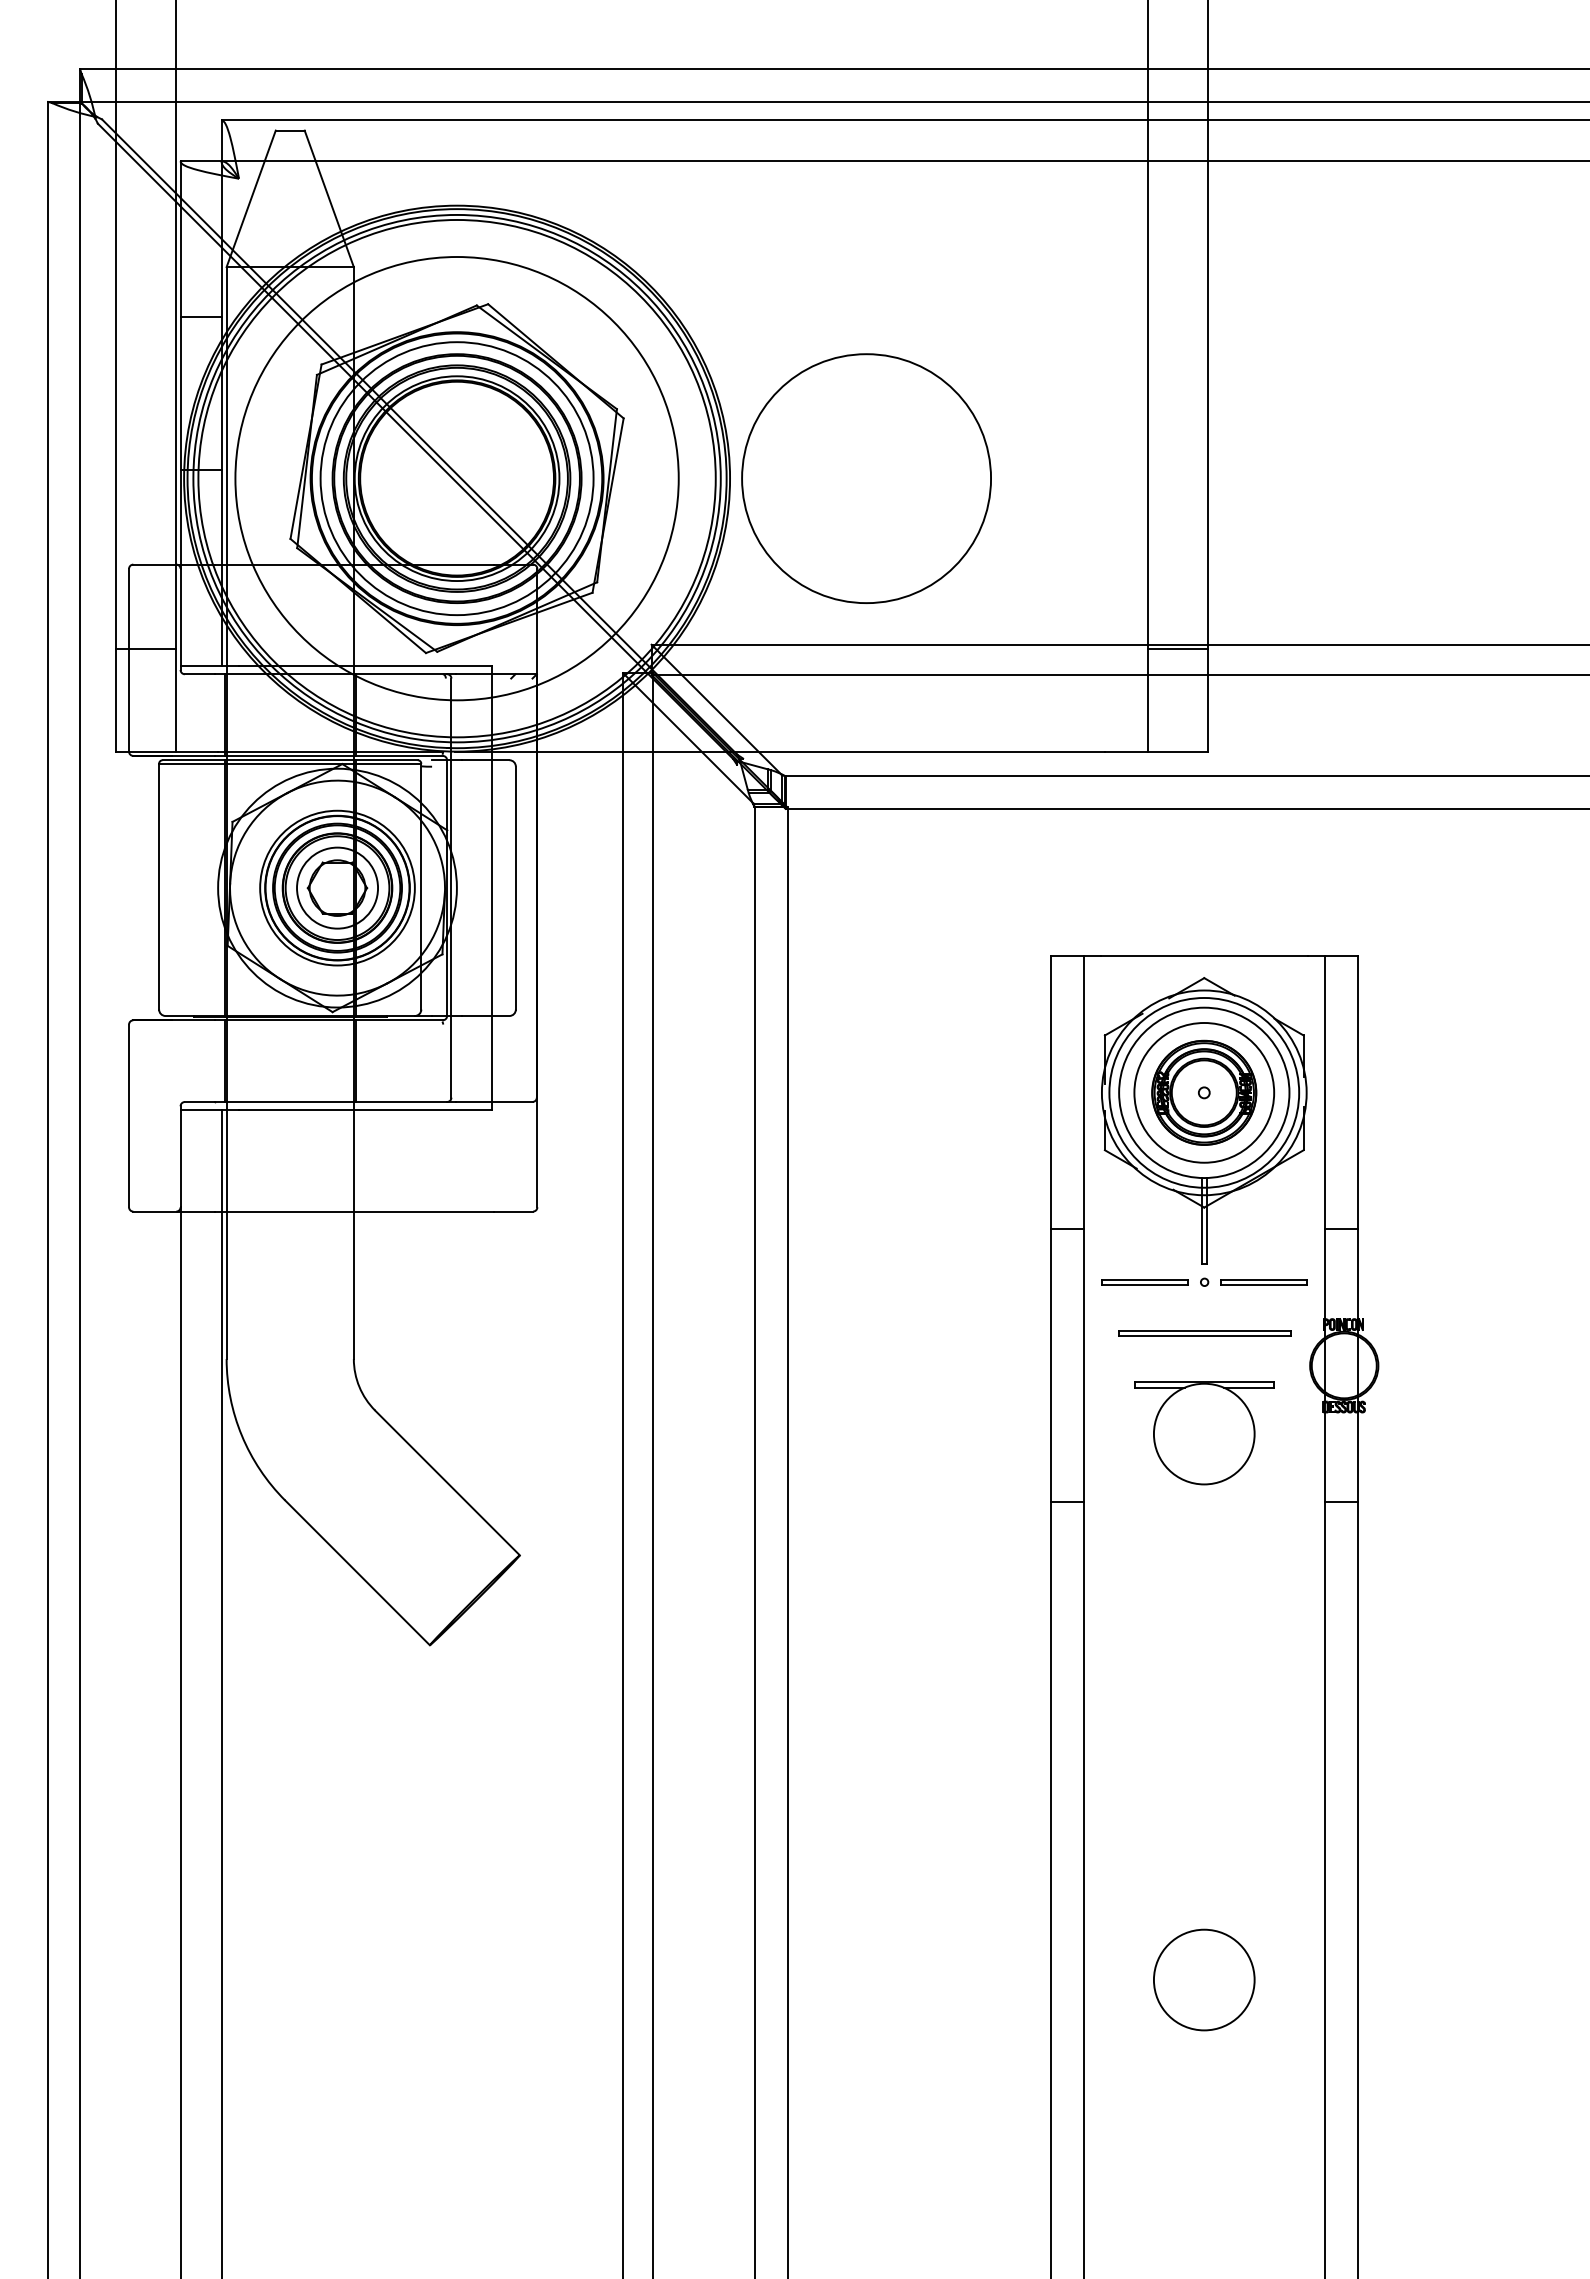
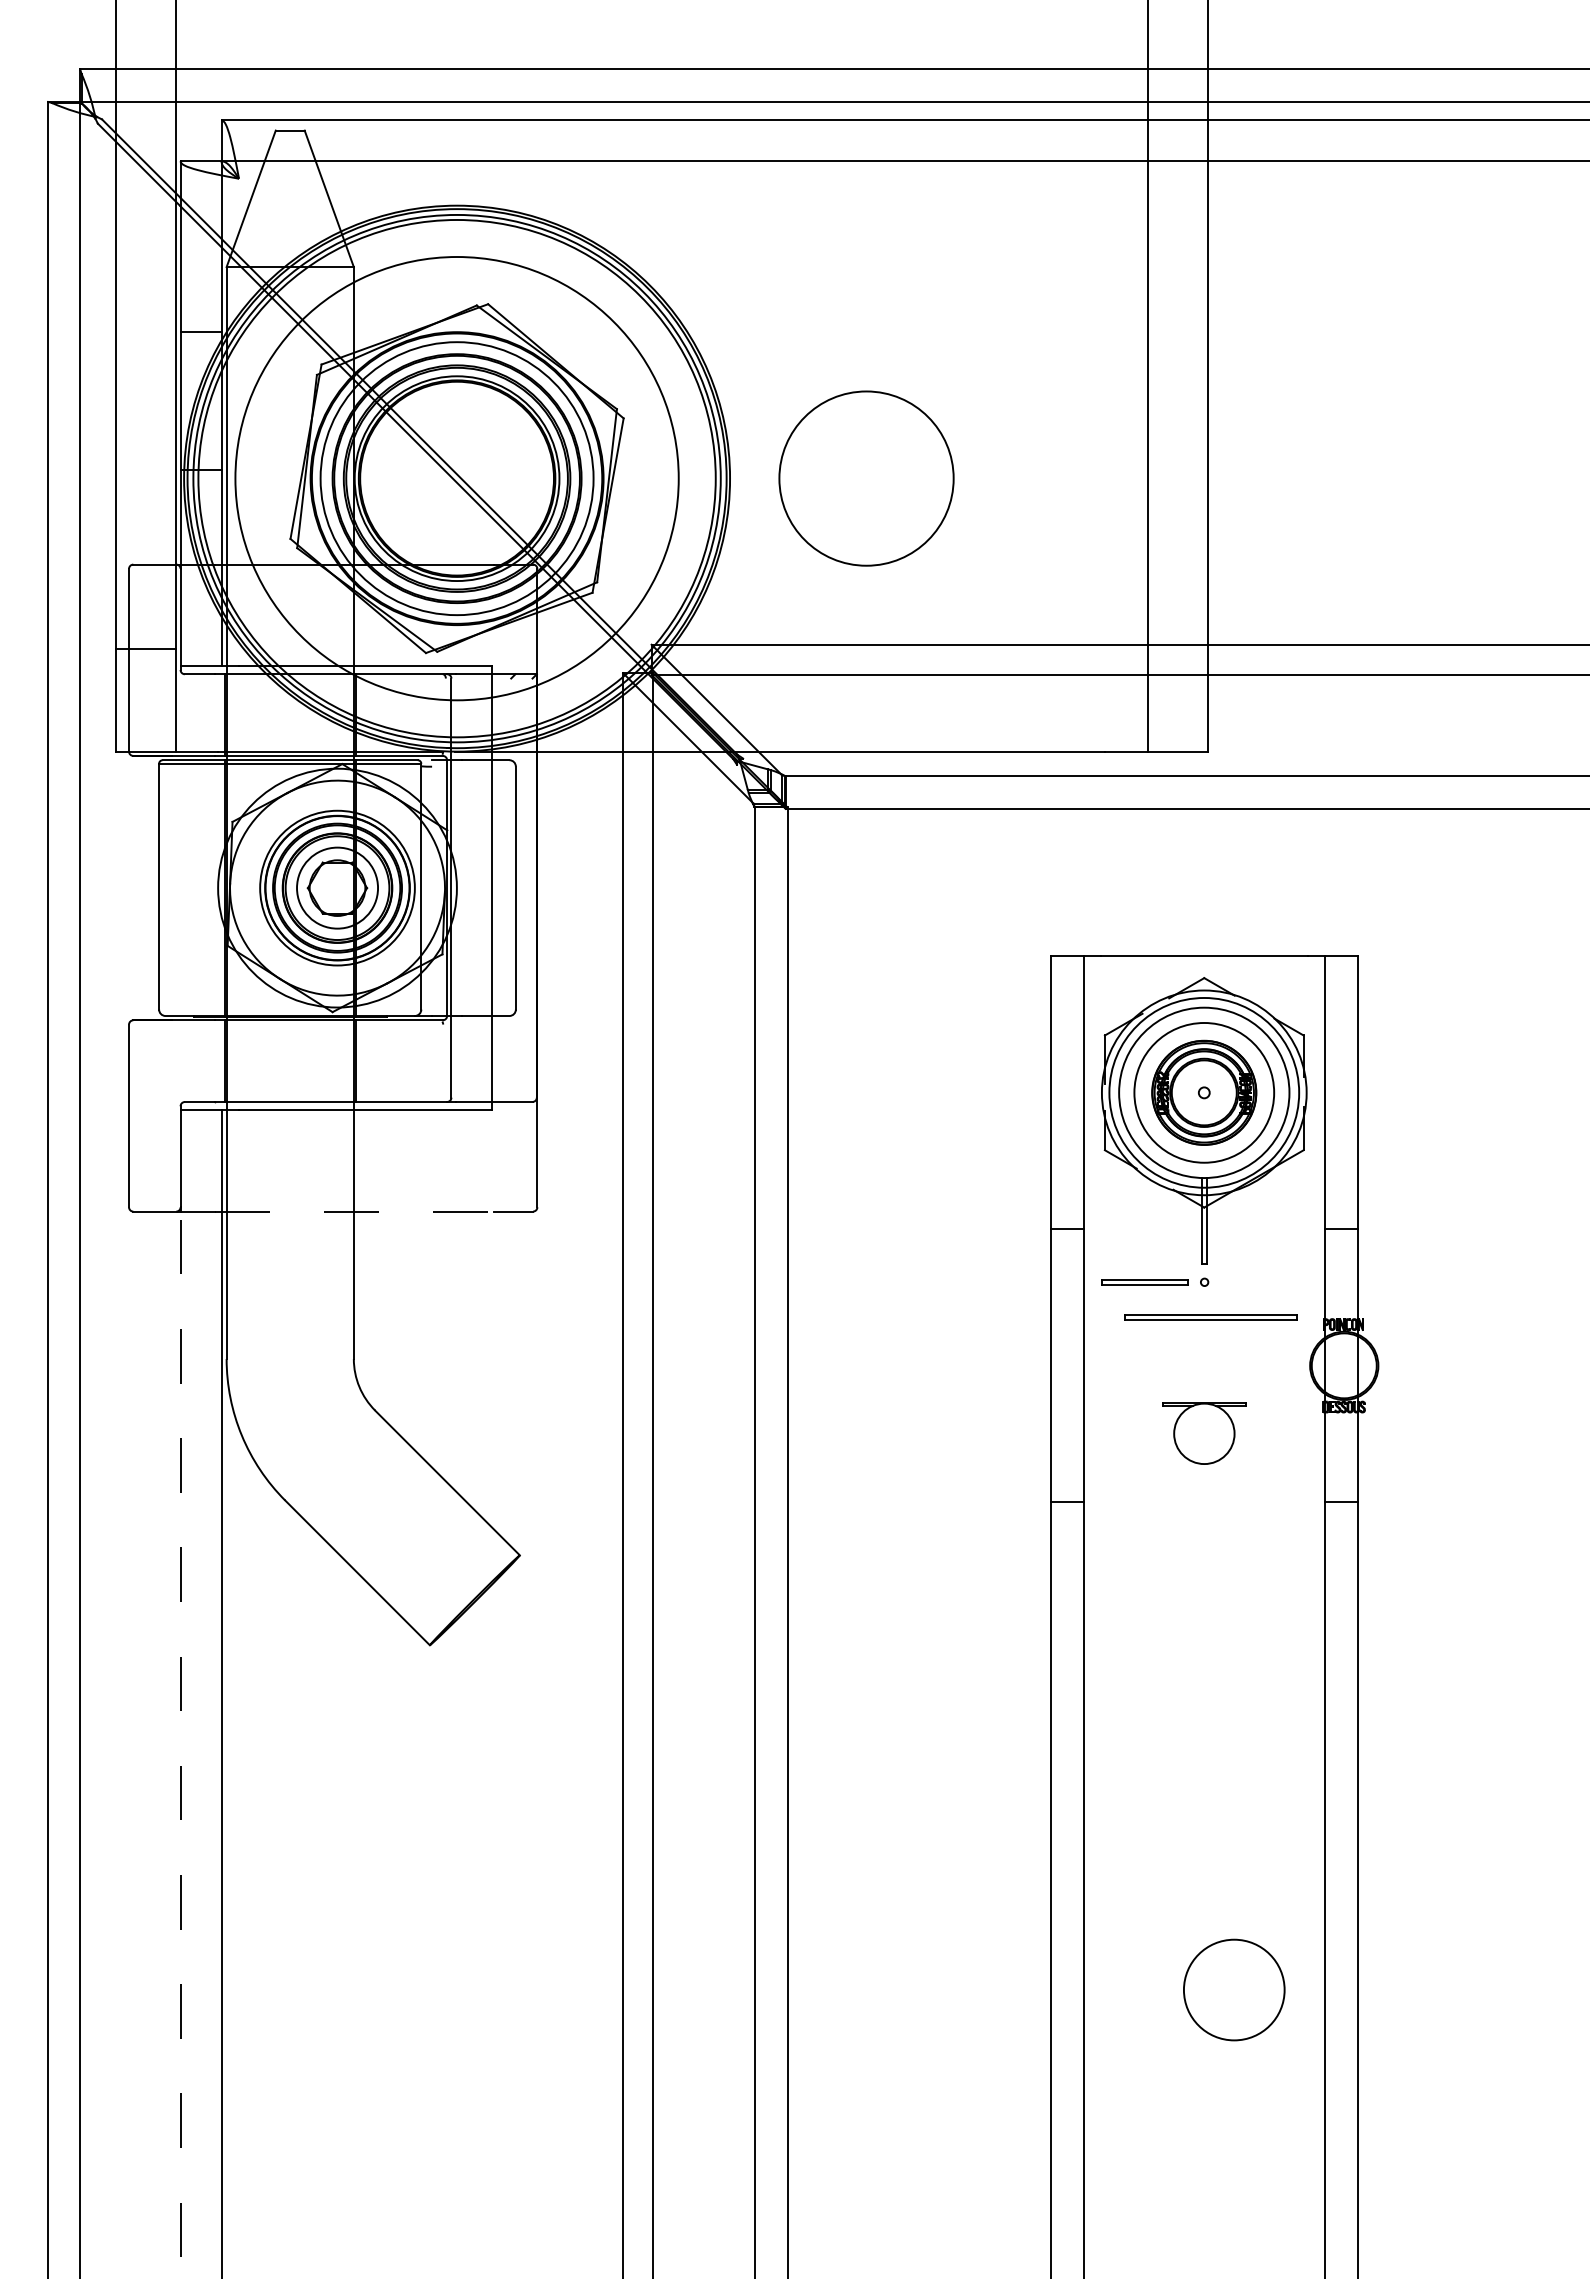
line at (200, 316) position: (200, 316) -> (200, 331)
circle at (866, 478) size: 251x251 px -> 177x177 px
line at (1177, 649): present -> none
line at (354, 1211): solid -> dashed
part at (1263, 1282): present -> none
part at (1204, 1333) position: (1204, 1333) -> (1210, 1317)
part at (1204, 1433) size: 141x105 px -> 85x63 px
line at (180, 1744): solid -> dashed
circle at (1204, 1979) position: (1204, 1979) -> (1234, 1989)
